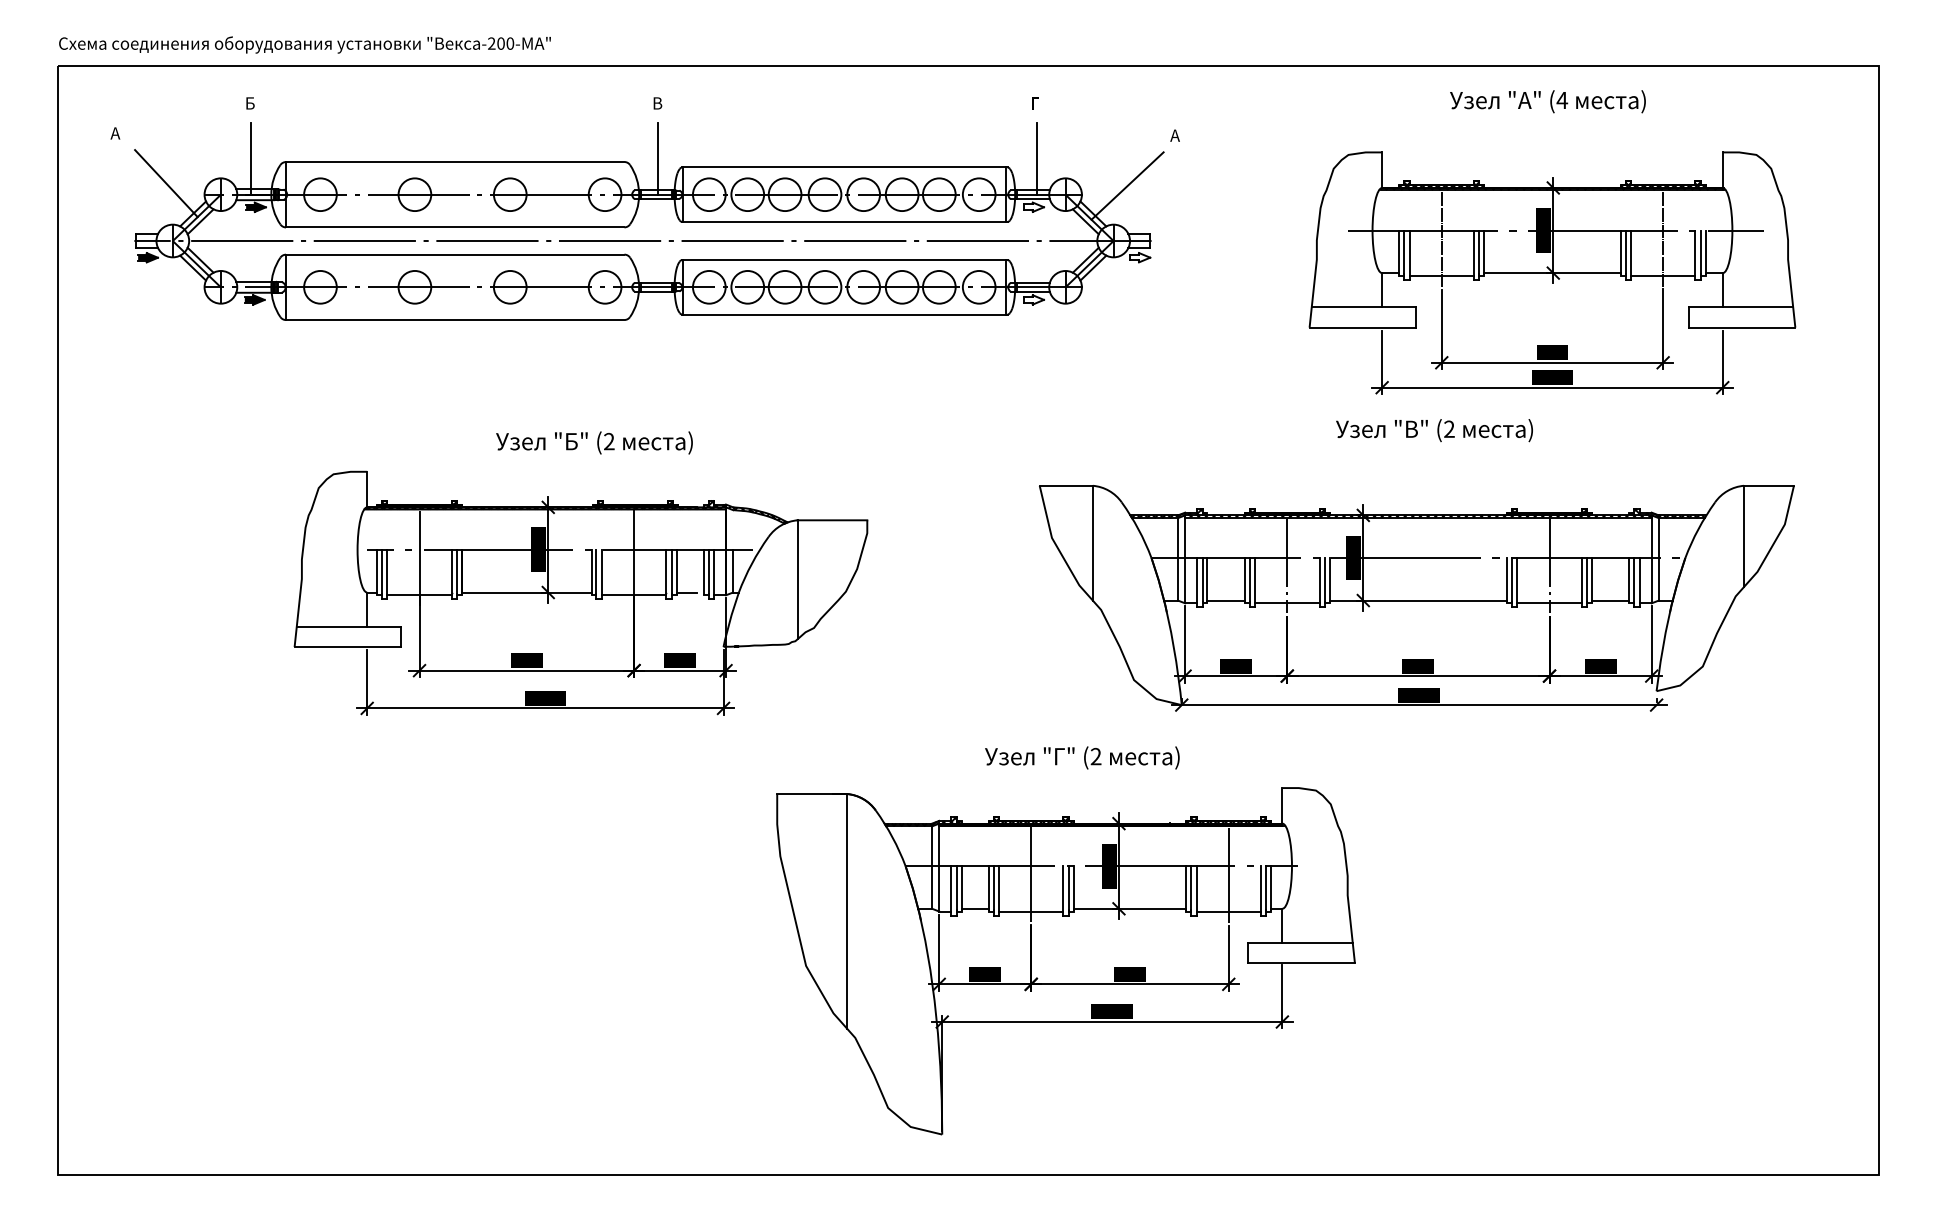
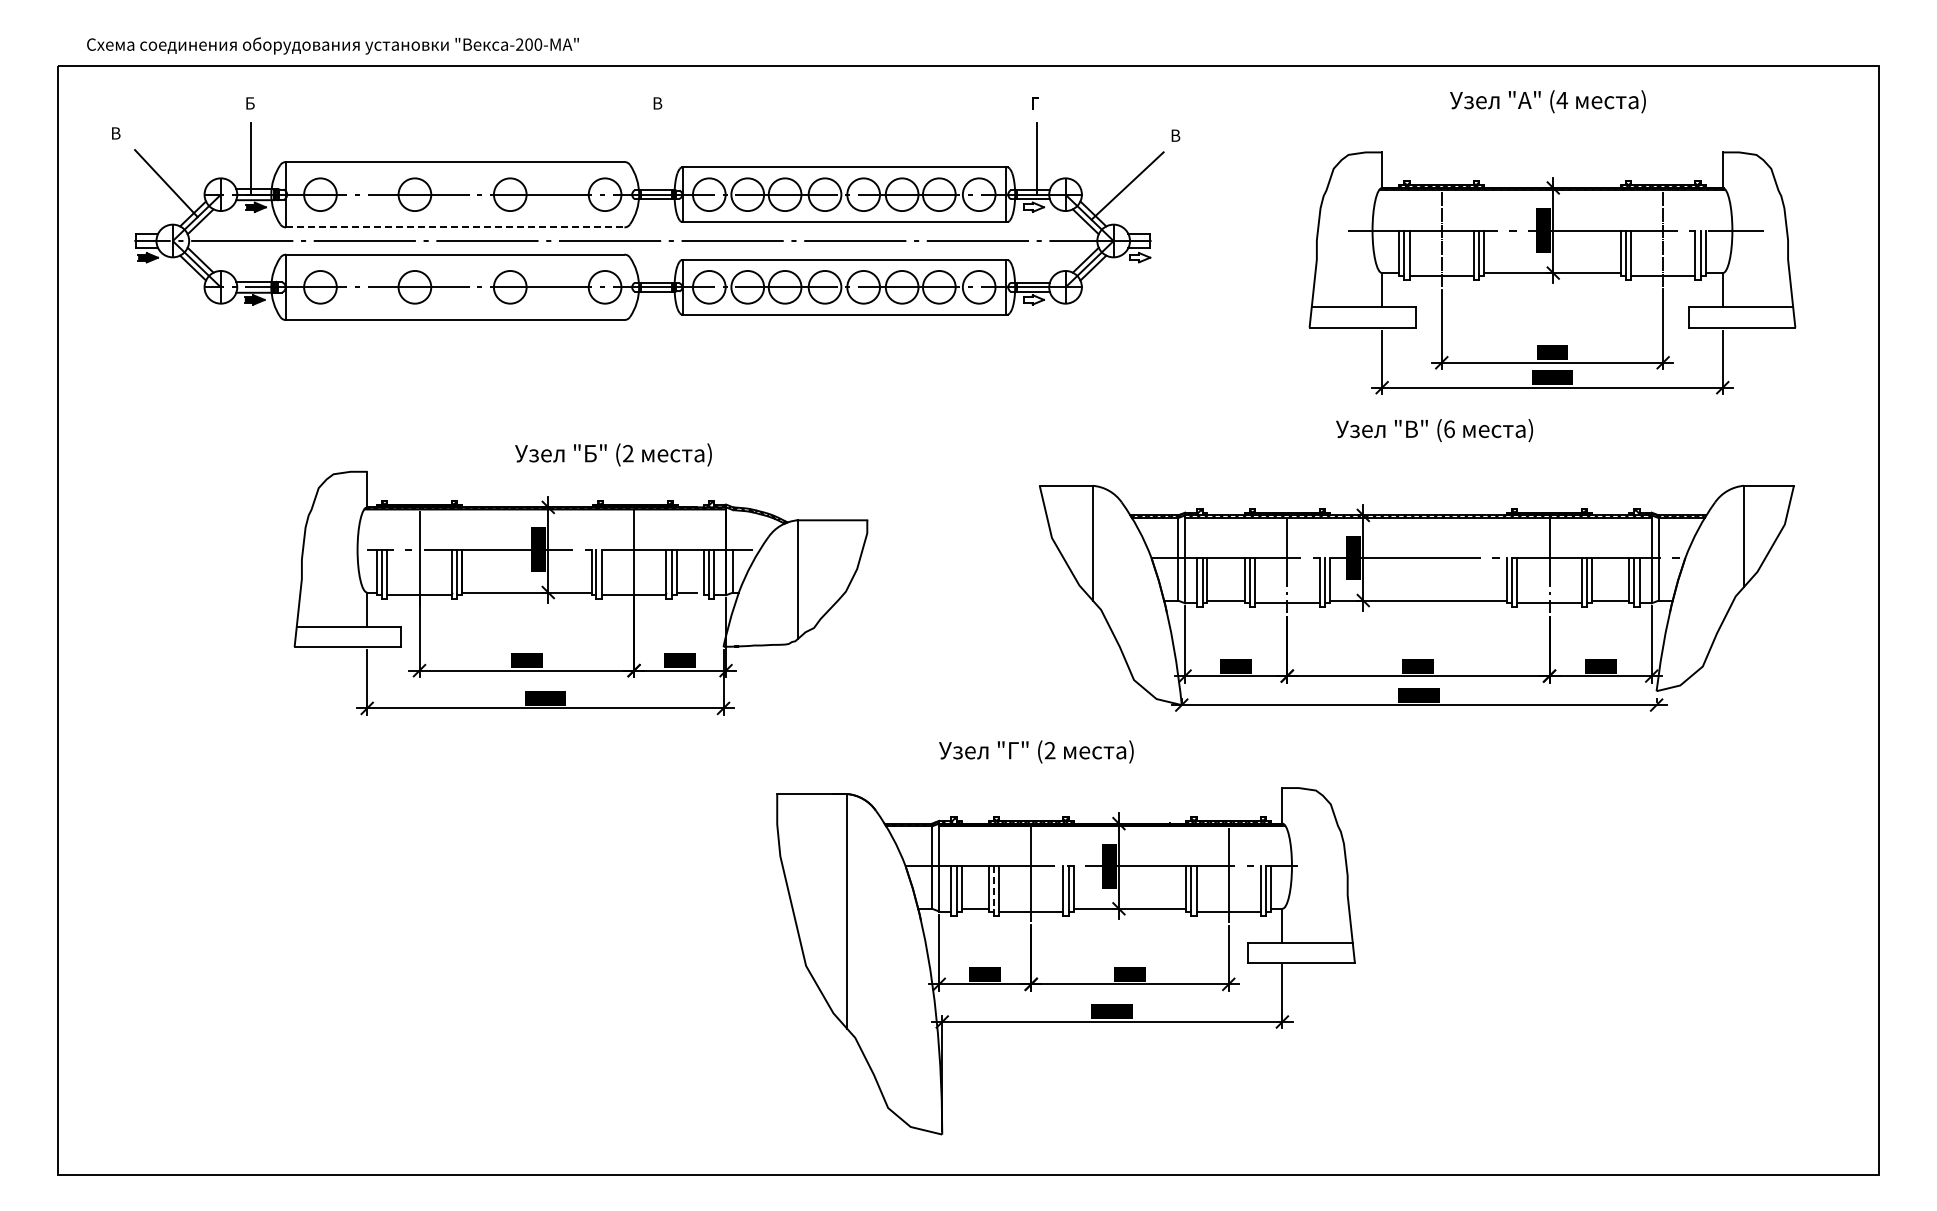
text at (304, 44) position: (304, 44) -> (332, 45)
text at (115, 133): А -> В
text at (1175, 135): А -> В
line at (658, 158): present -> none
line at (455, 227): solid -> dashed
text at (1449, 429): (2 -> (6
text at (594, 442) position: (594, 442) -> (613, 454)
text at (1082, 757) position: (1082, 757) -> (1036, 751)
line at (993, 887): solid -> dashed
